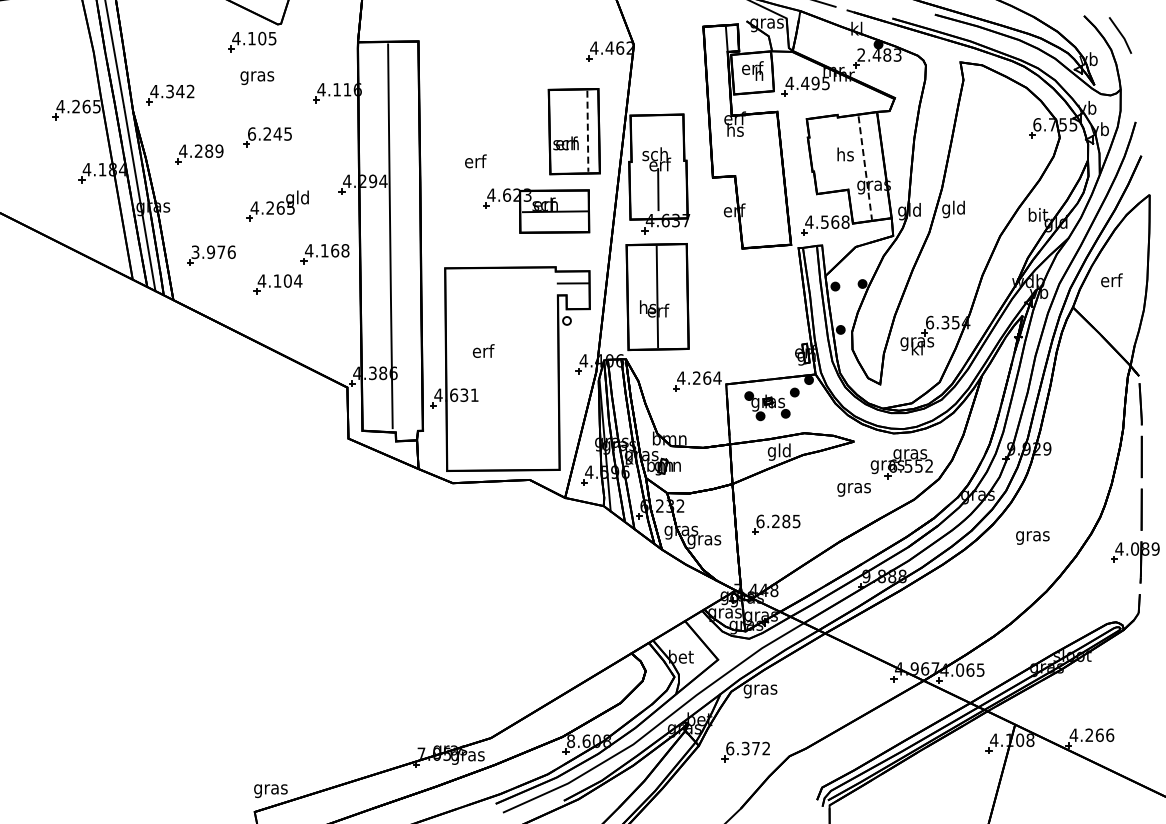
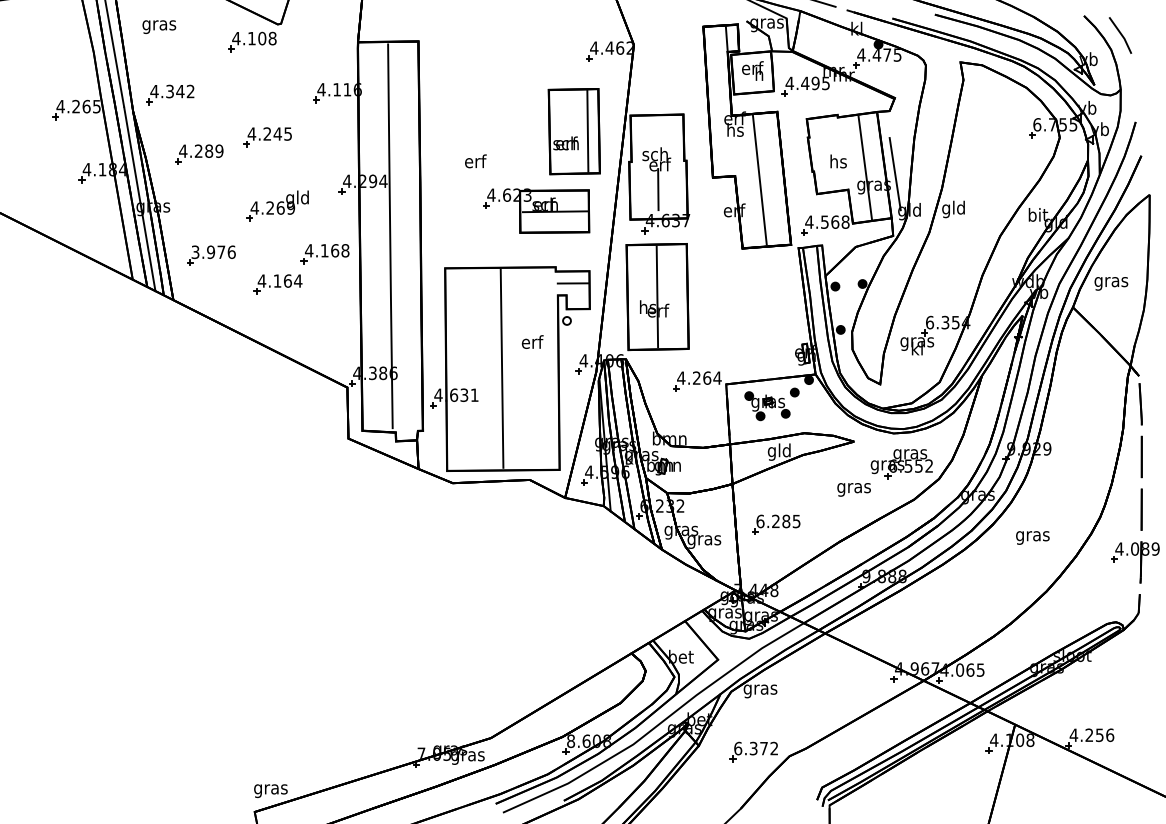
text at (272, 38): 4.105 -> 4.108
text at (879, 54): 2.483 -> 4.475
text at (257, 77) position: (257, 77) -> (159, 26)
line at (587, 131): dashed -> solid
text at (251, 133): 6.245 -> 4.245
text at (845, 154) position: (845, 154) -> (838, 161)
line at (865, 168): dashed -> solid
line at (894, 174): none -> present
line at (759, 179): none -> present
text at (291, 207): 4.265 -> 4.269
text at (287, 280): 4.104 -> 4.164
text at (1111, 281): erf -> gras
text at (483, 350) position: (483, 350) -> (532, 341)
line at (501, 368): none -> present
text at (1099, 735): 4.266 -> 4.256
part at (745, 751) position: (745, 751) -> (753, 751)
